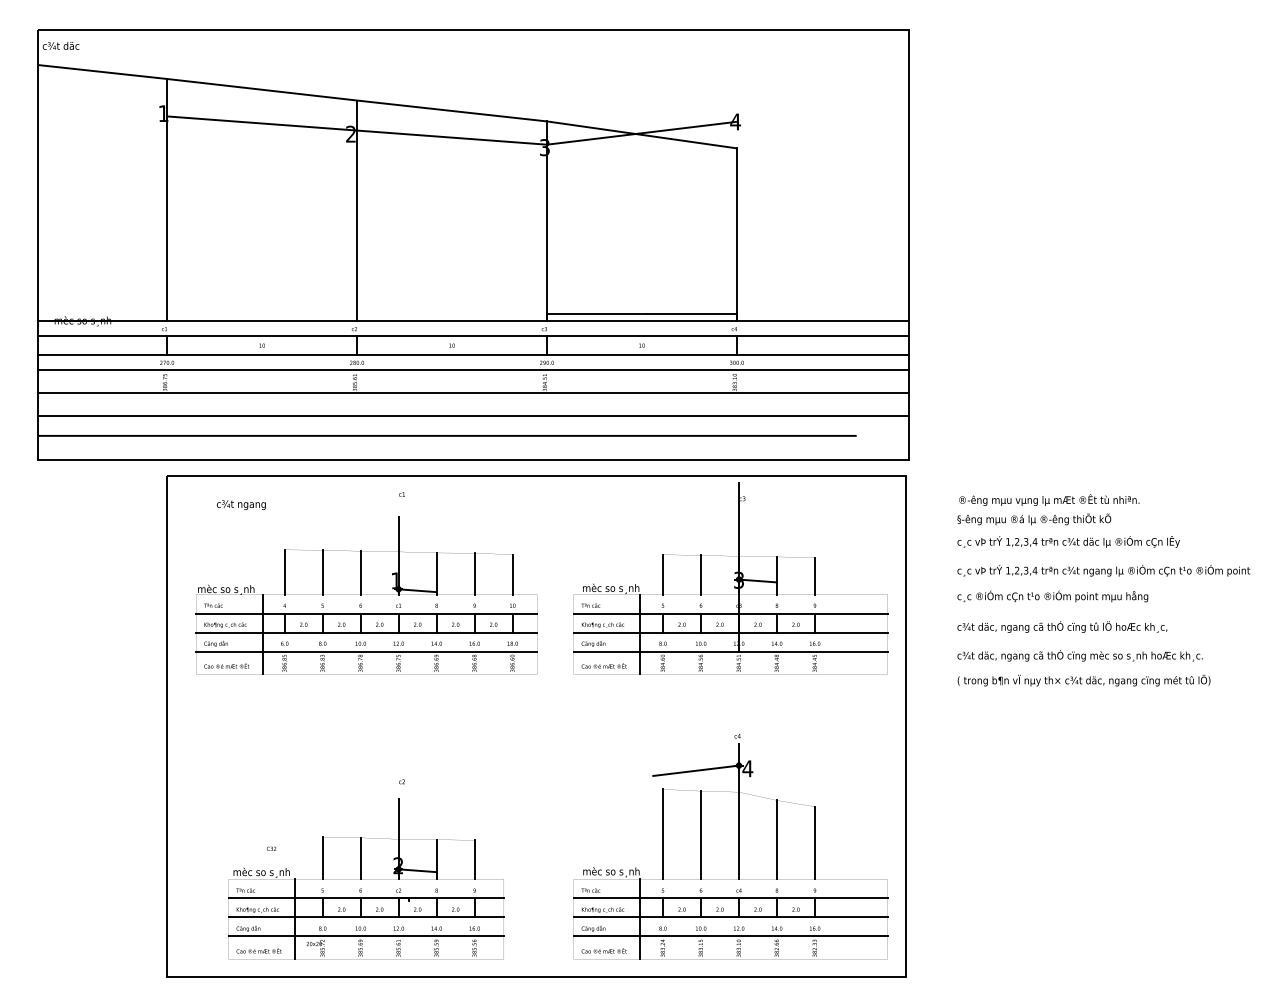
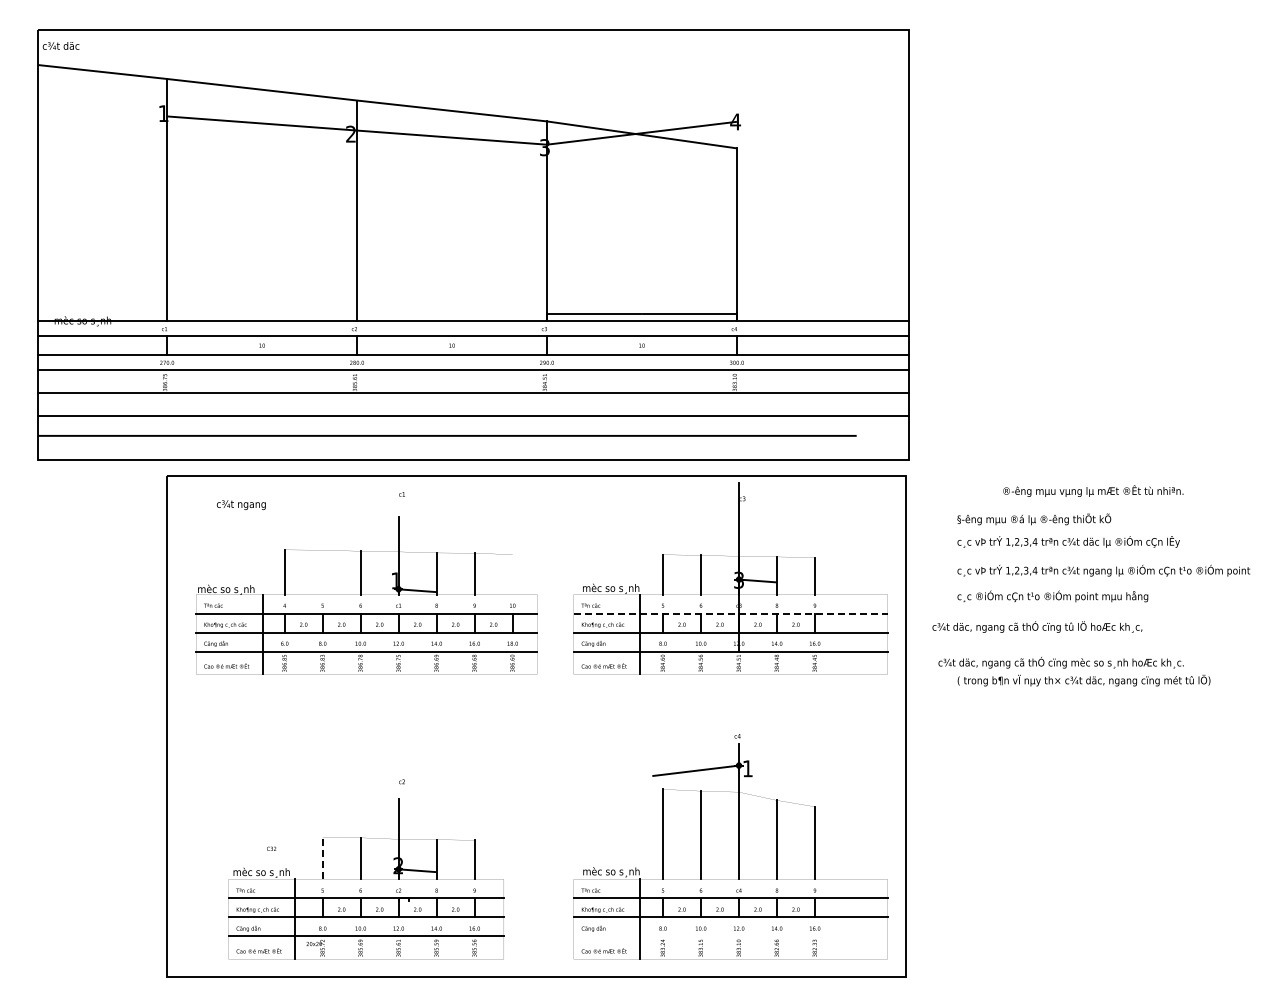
text at (1049, 499) position: (1049, 499) -> (1093, 490)
line at (322, 572): present -> none
line at (512, 574): present -> none
line at (730, 613): solid -> dashed
text at (1062, 626) position: (1062, 626) -> (1037, 626)
text at (1079, 655) position: (1079, 655) -> (1060, 662)
text at (747, 768): 4 -> 1
line at (322, 857): solid -> dashed
line at (730, 936): present -> none
